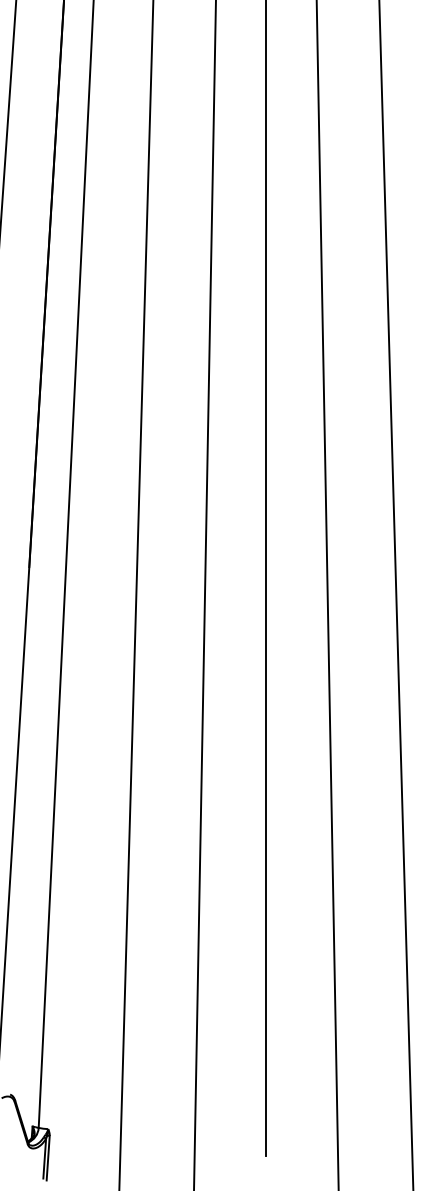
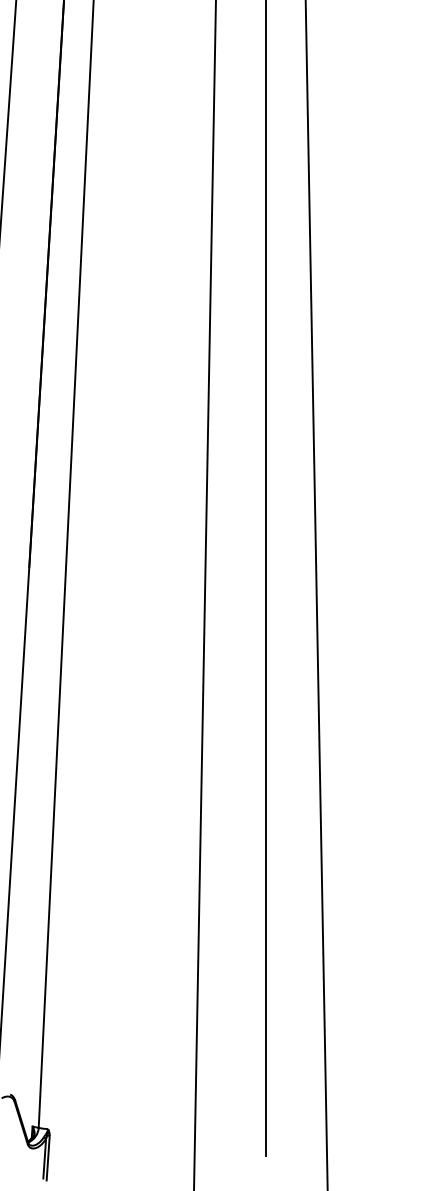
line at (136, 594): present -> none
line at (327, 594) position: (327, 594) -> (316, 594)
line at (396, 594): present -> none
